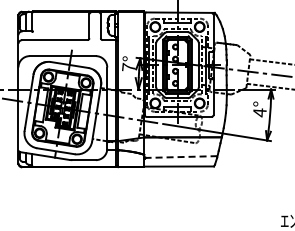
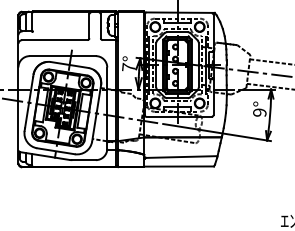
text at (259, 112): 4° -> 9°
line at (180, 157): dashed -> solid
